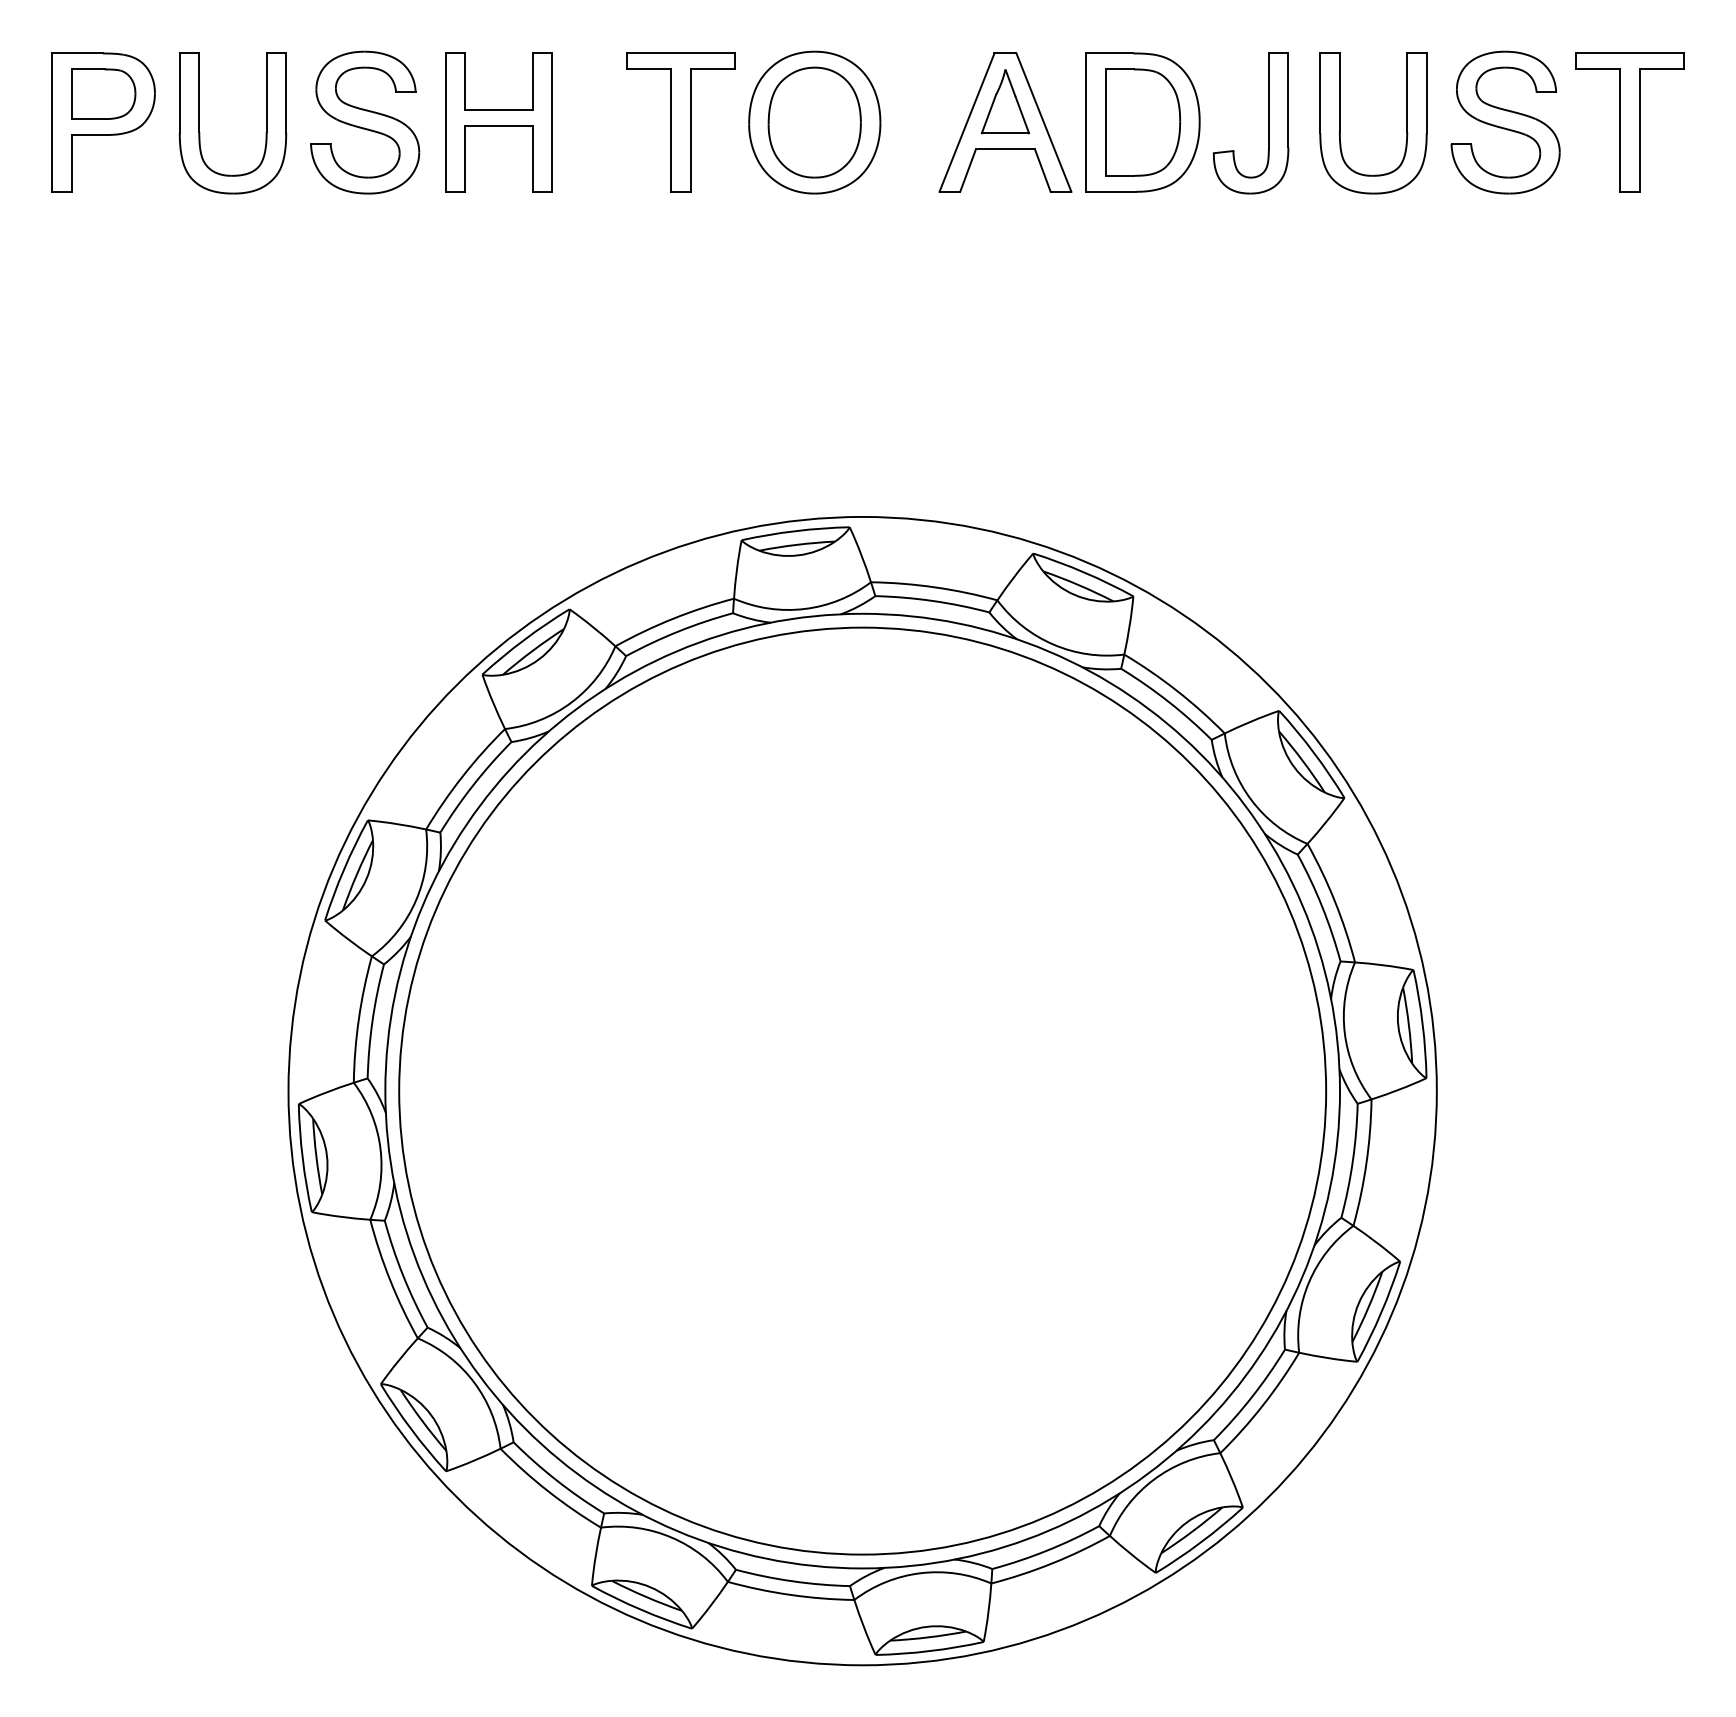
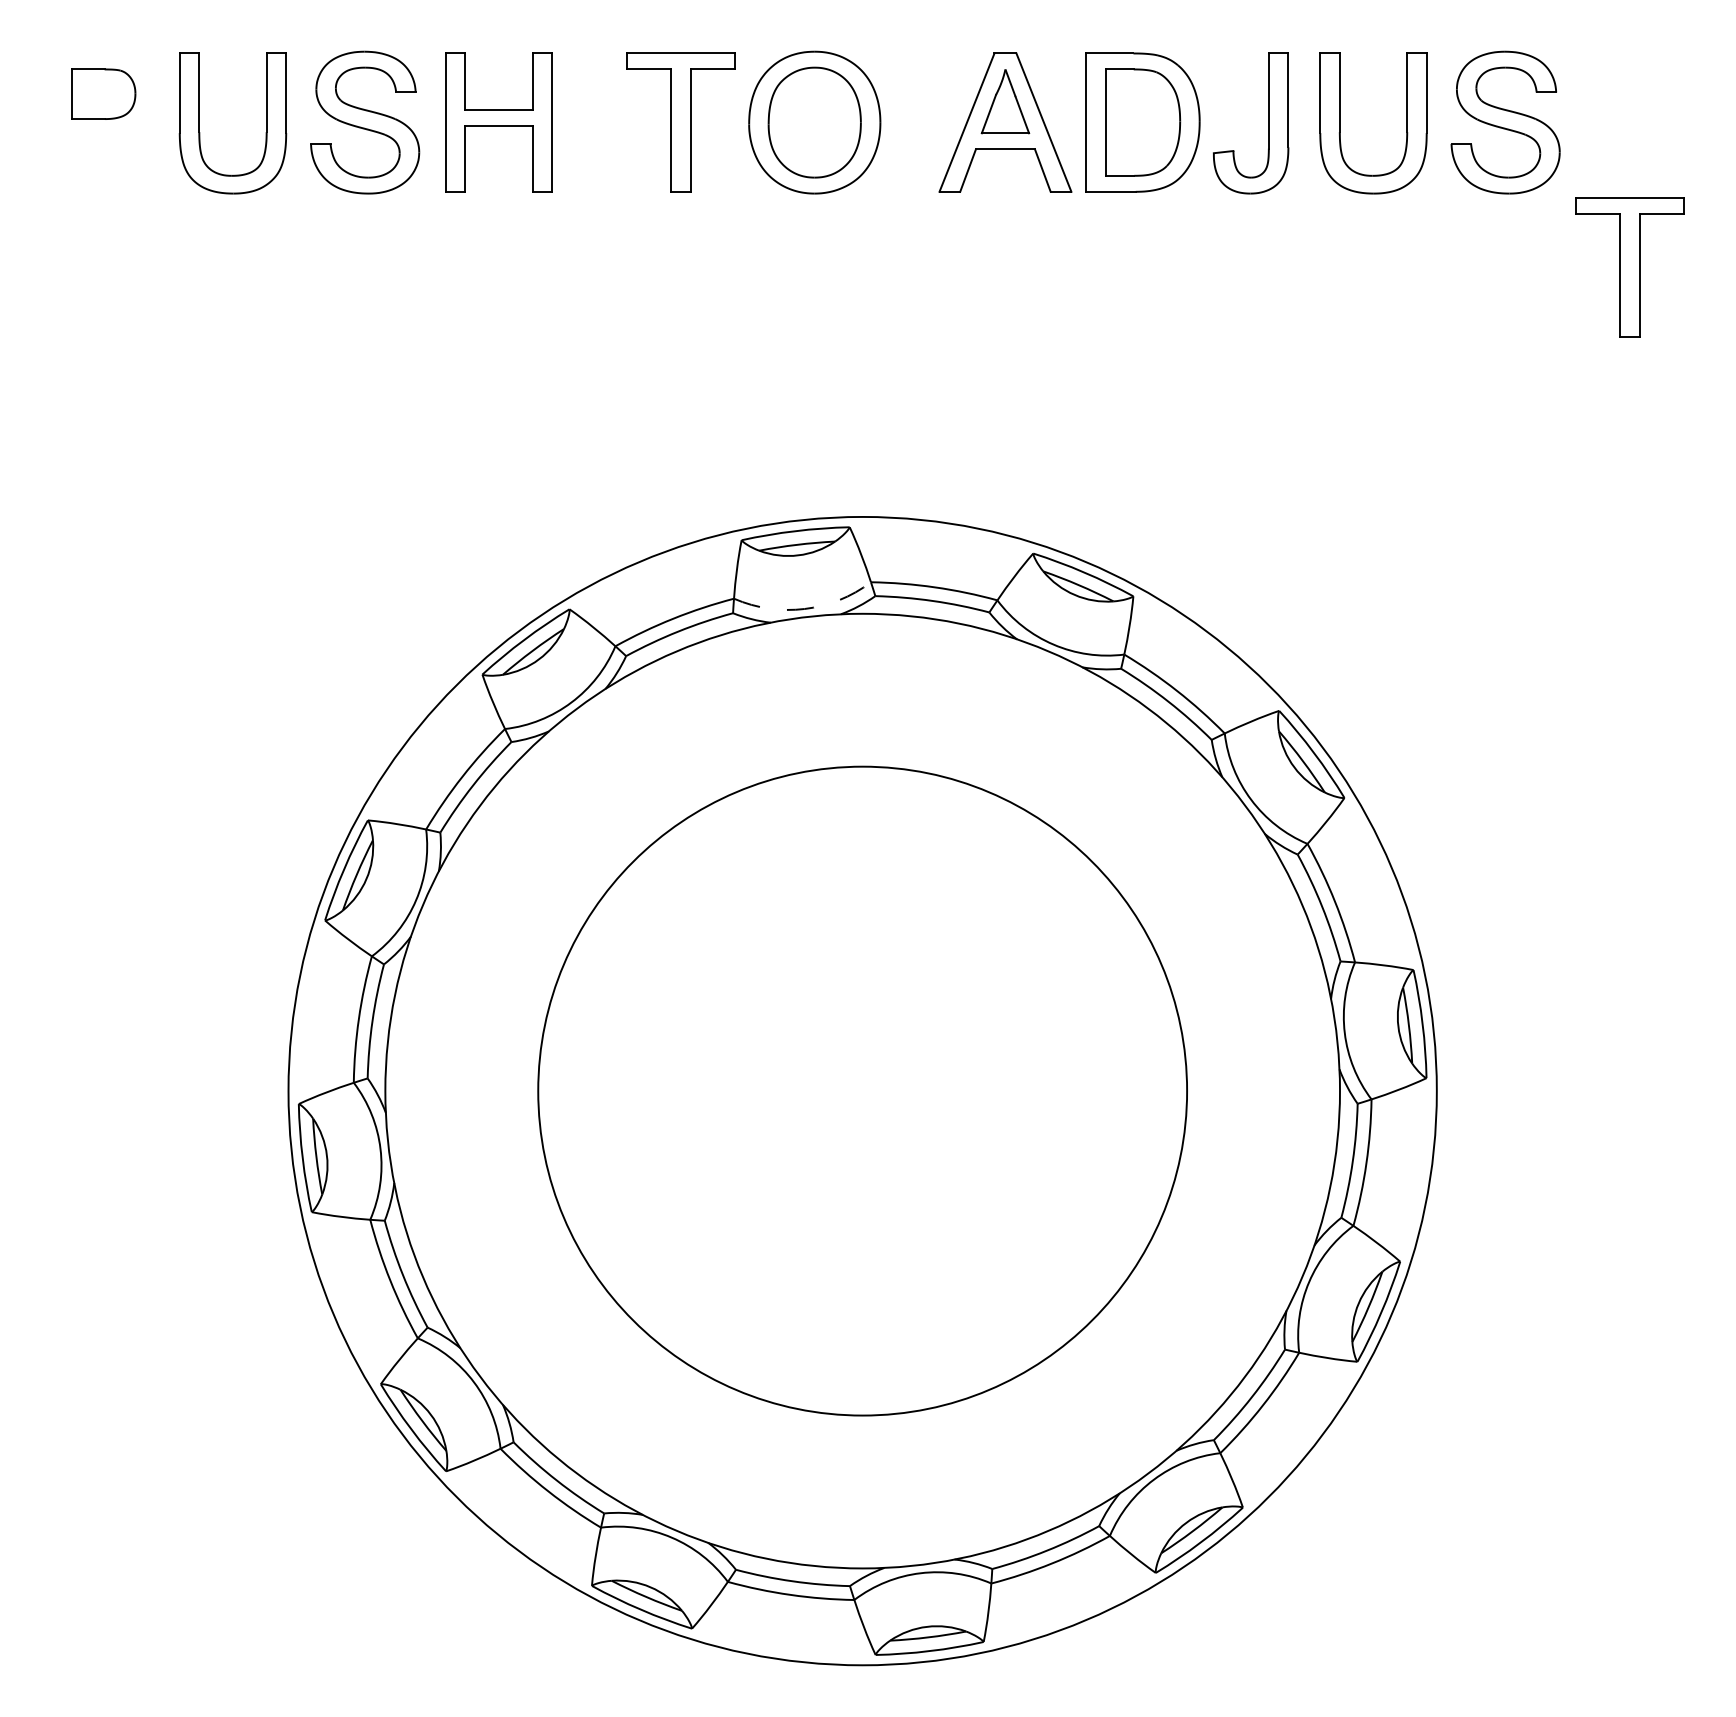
part at (103, 122): present -> none
part at (1629, 122) position: (1629, 122) -> (1629, 267)
arc at (804, 608): solid -> dashed
circle at (862, 1090) diameter: 927 px -> 649 px
